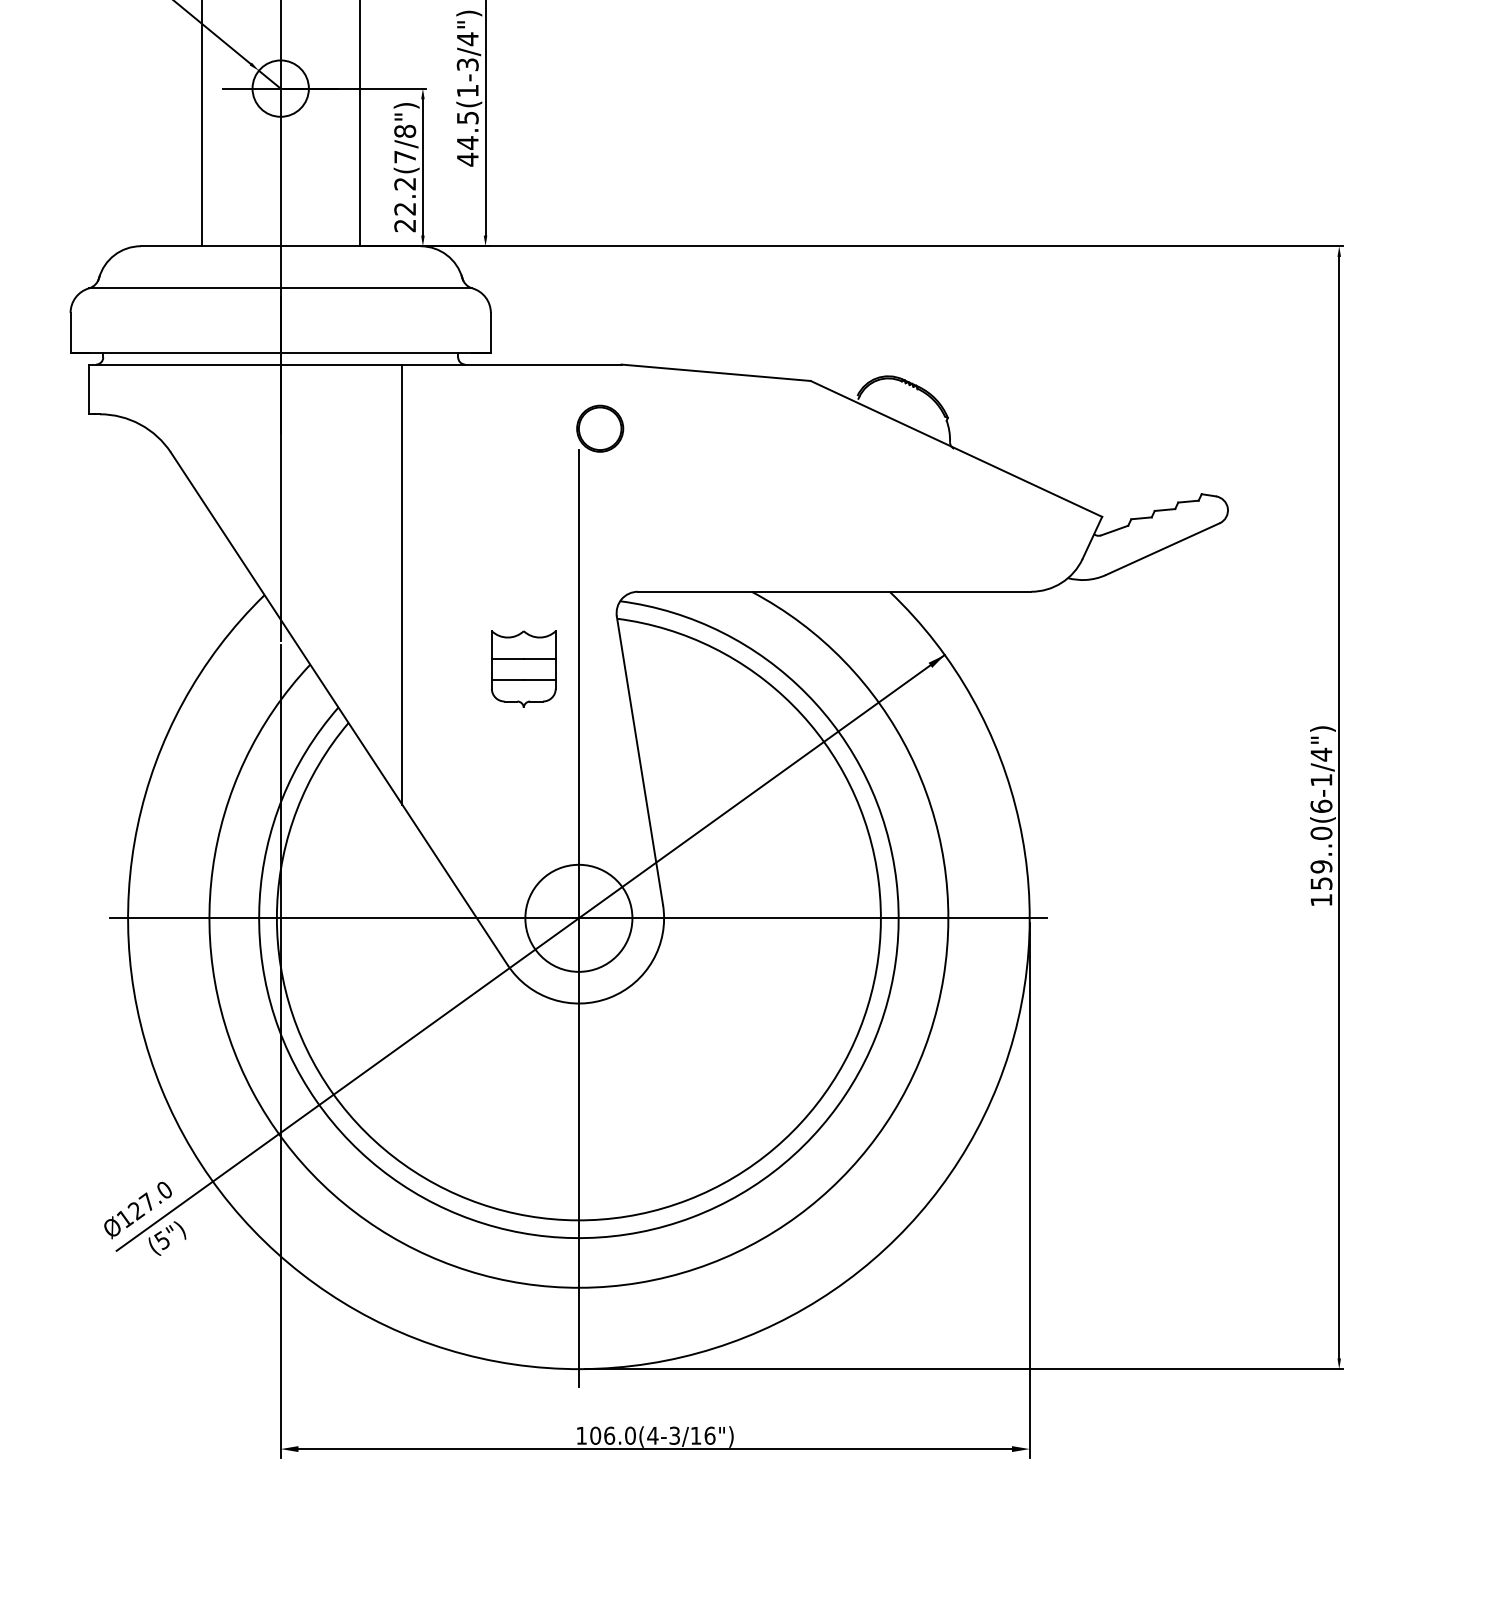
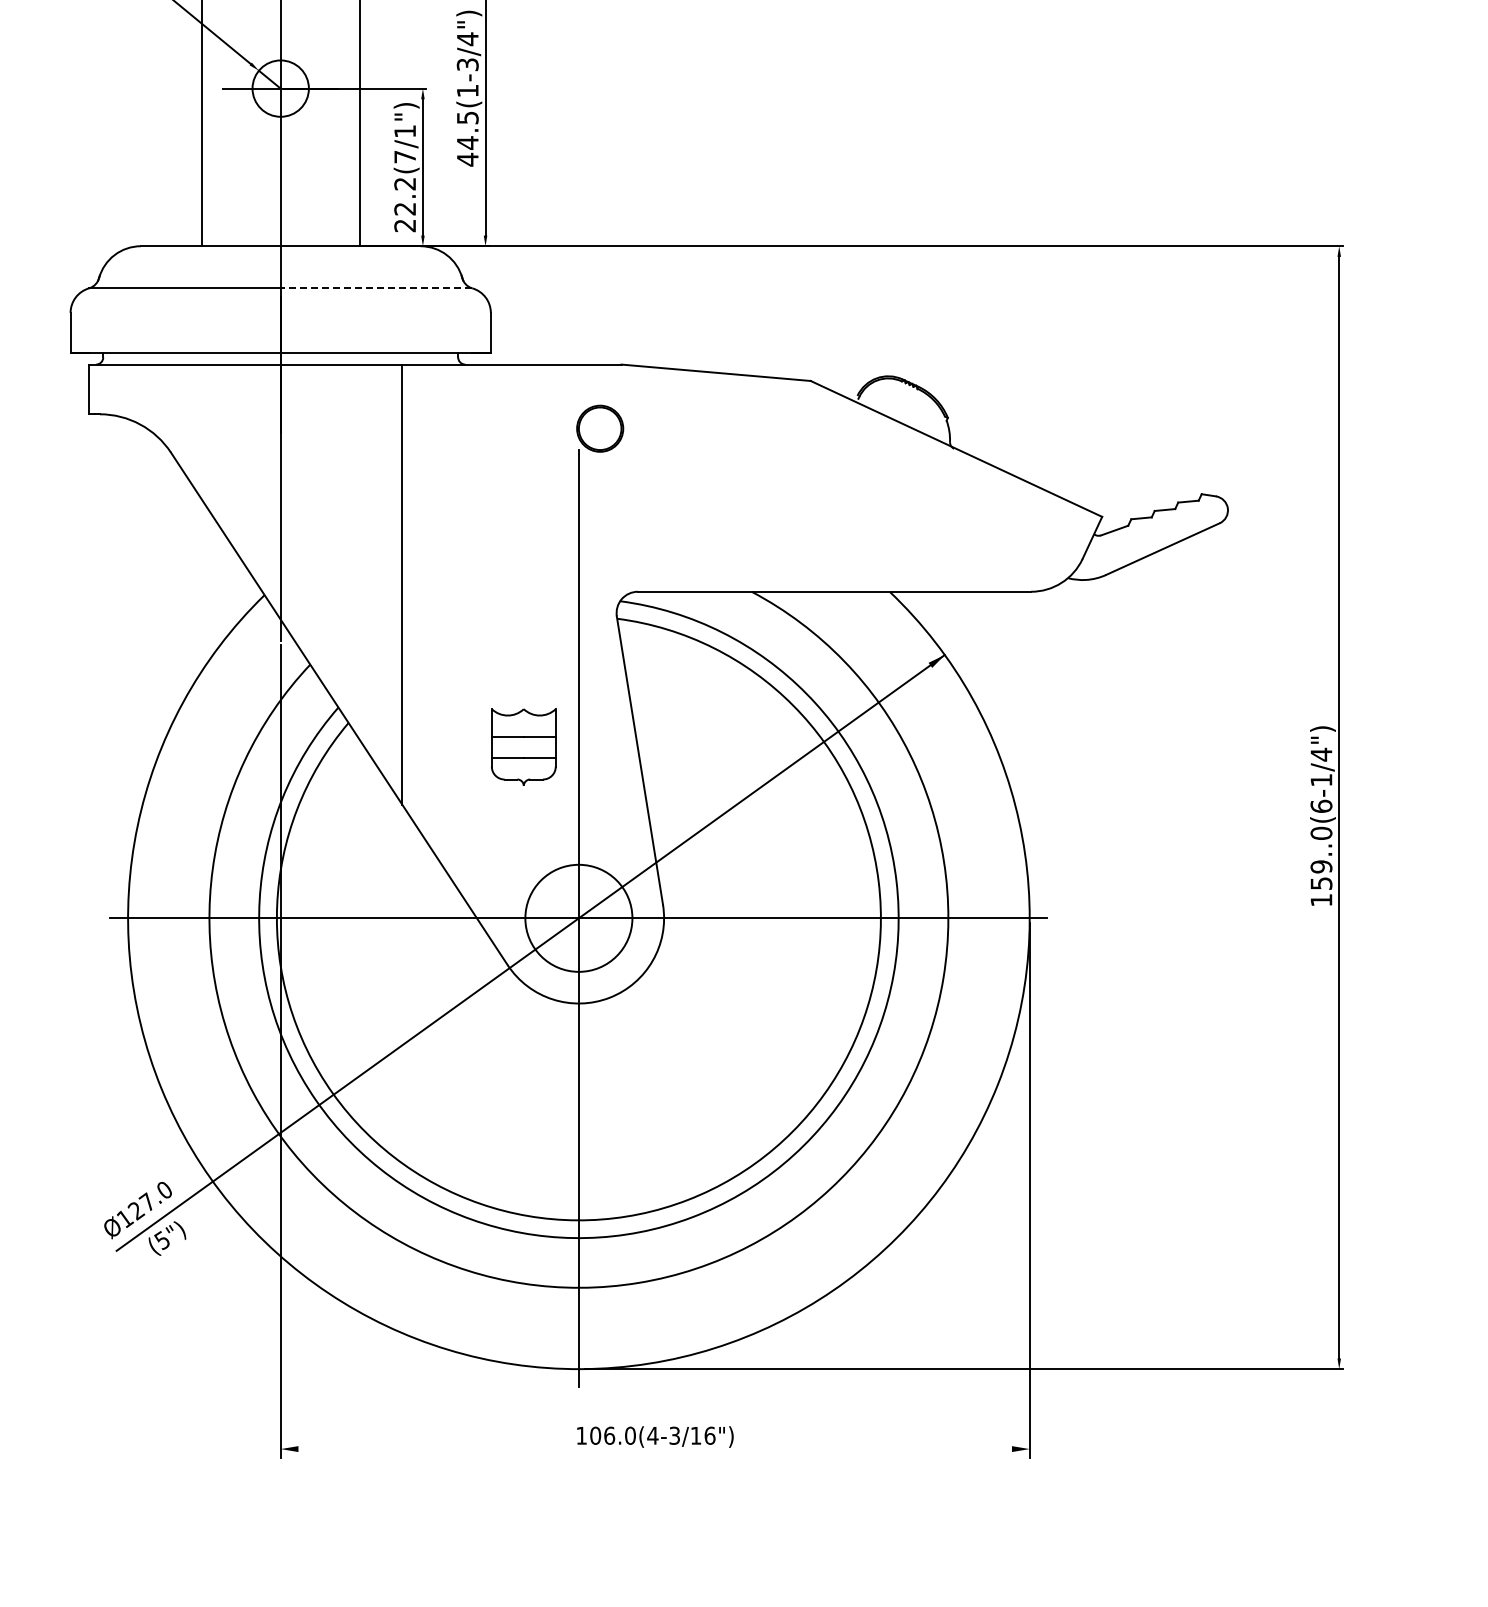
text at (405, 130): 22.2(7/8") -> 22.2(7/1")
line at (376, 288): solid -> dashed
part at (523, 668) position: (523, 668) -> (523, 746)
line at (654, 1449): present -> none
